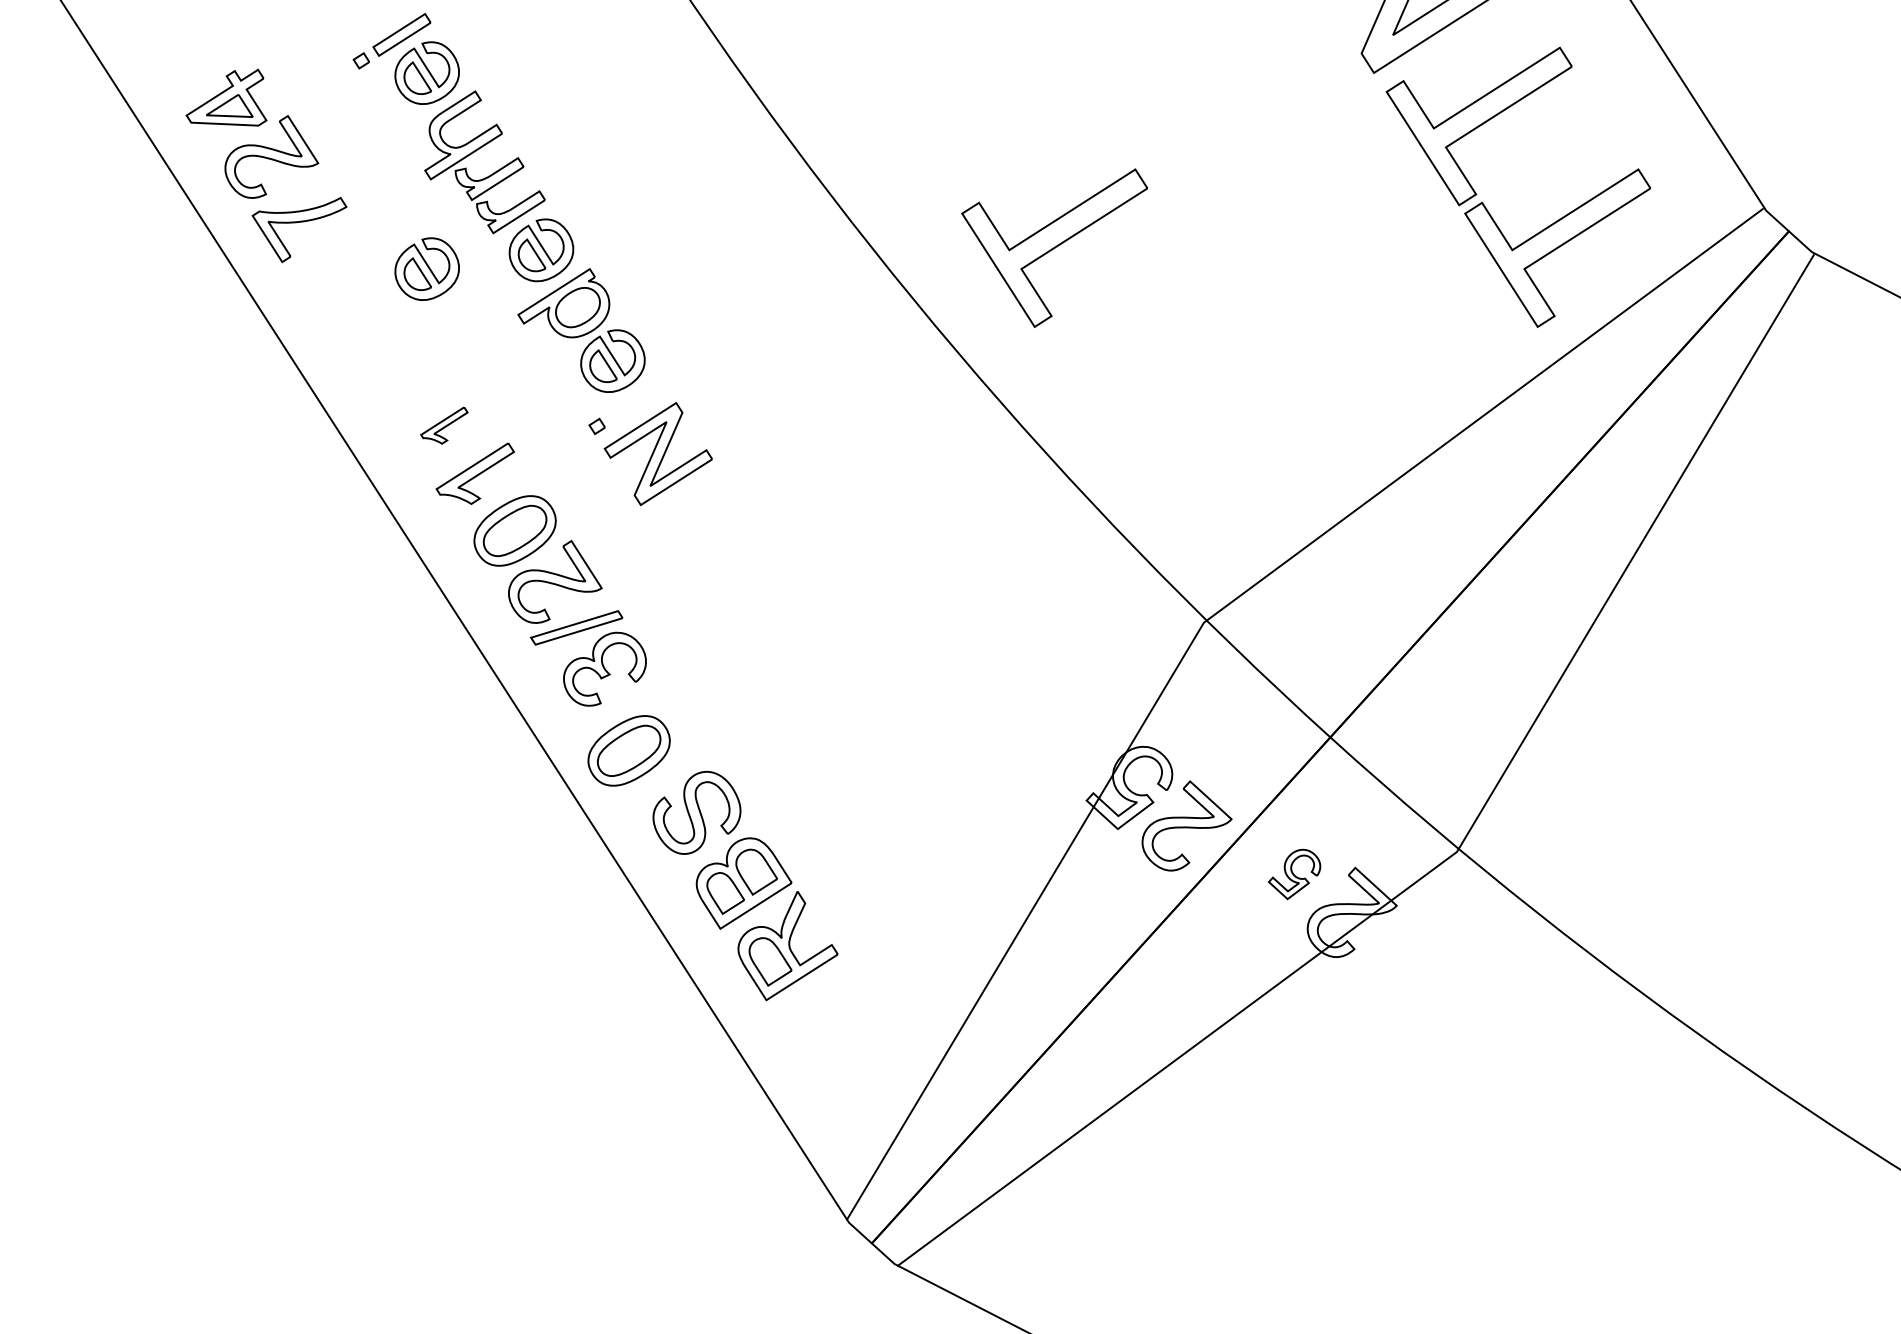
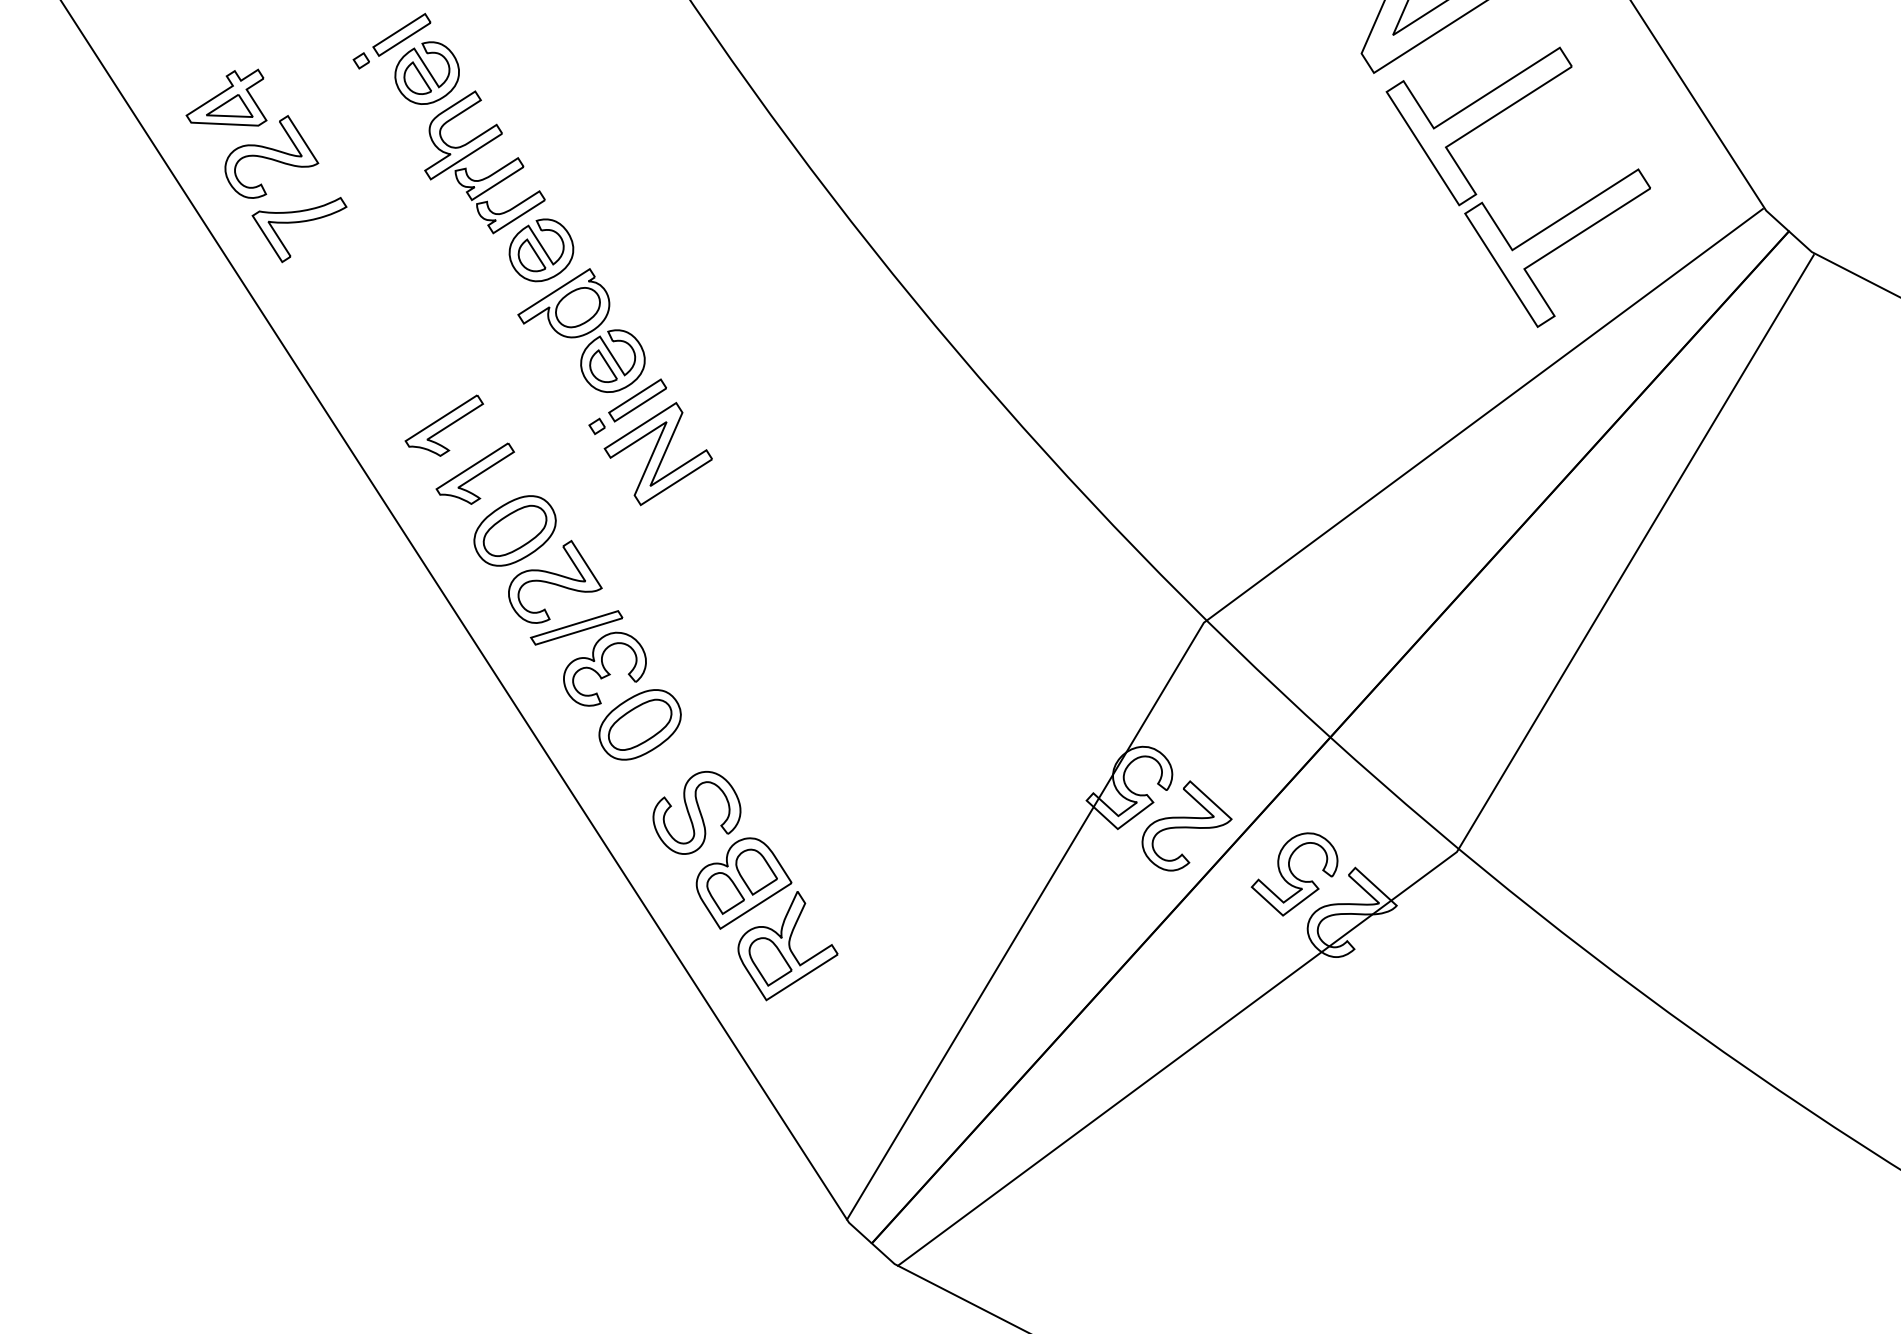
part at (1054, 247): present -> none
part at (426, 268): present -> none
part at (637, 400): none -> present
part at (444, 425) size: 49x39 px -> 81x63 px
part at (628, 750) position: (628, 750) -> (639, 724)
part at (1294, 874) size: 55x53 px -> 89x85 px
